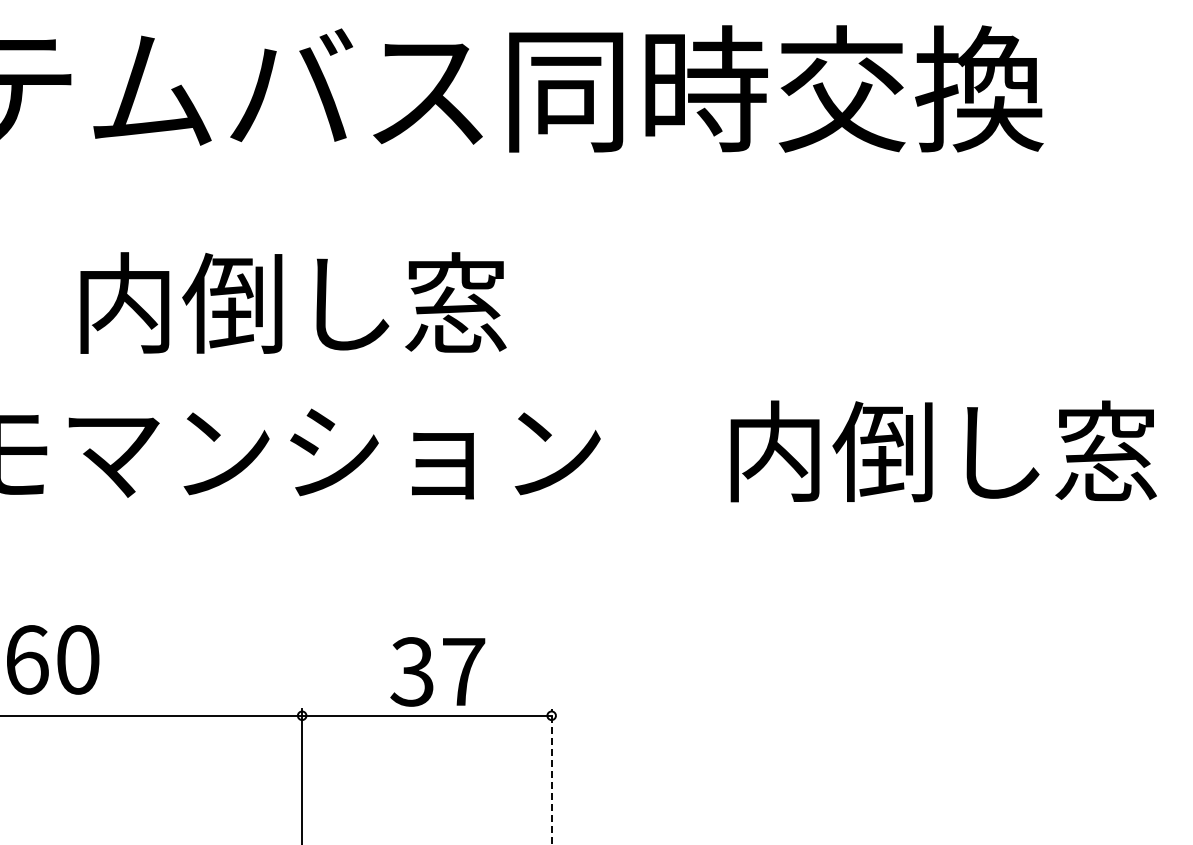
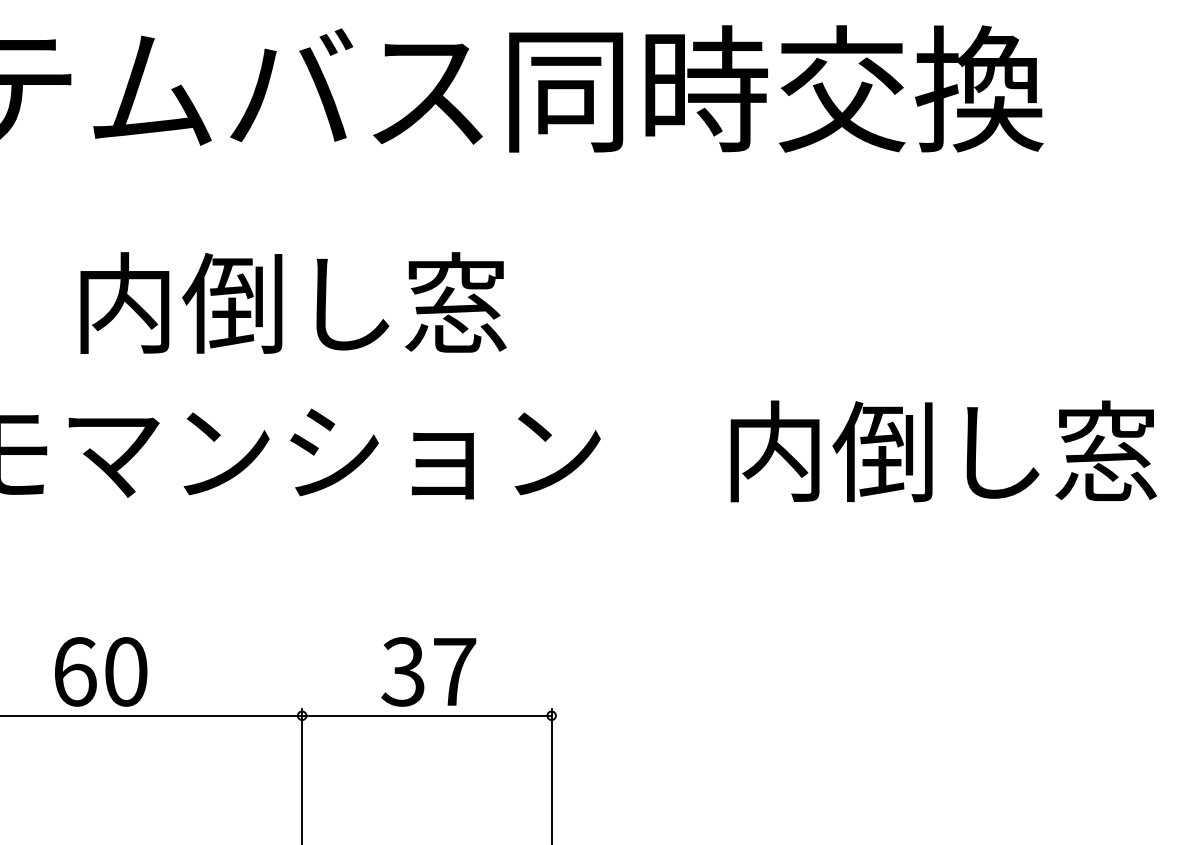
text at (53, 659) position: (53, 659) -> (101, 671)
text at (437, 671) position: (437, 671) -> (428, 671)
line at (551, 776): dashed -> solid
